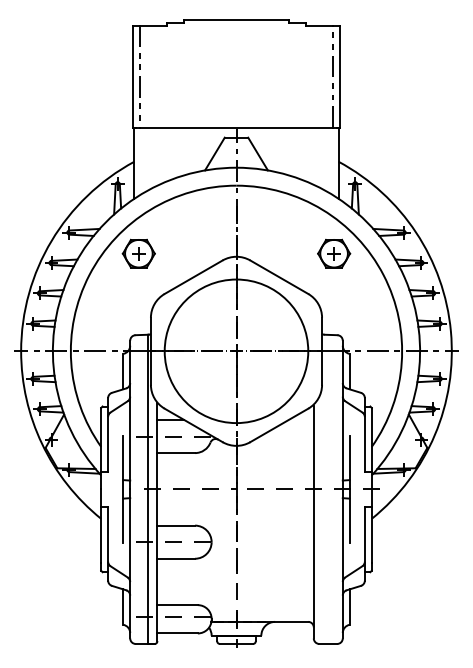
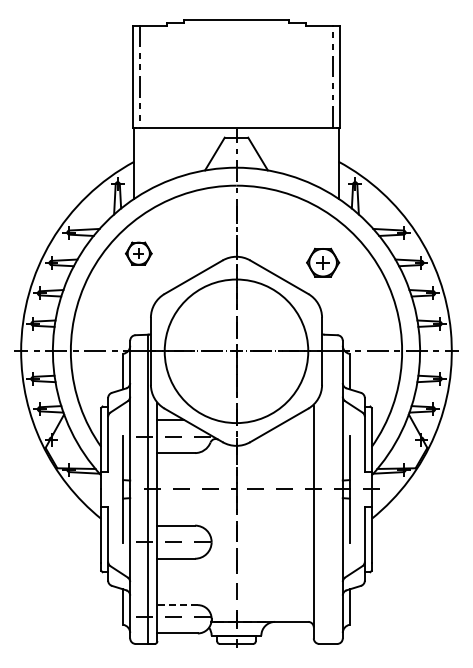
part at (138, 253) size: 35x31 px -> 28x25 px
part at (334, 253) position: (334, 253) -> (323, 262)
line at (177, 605): solid -> dashed
